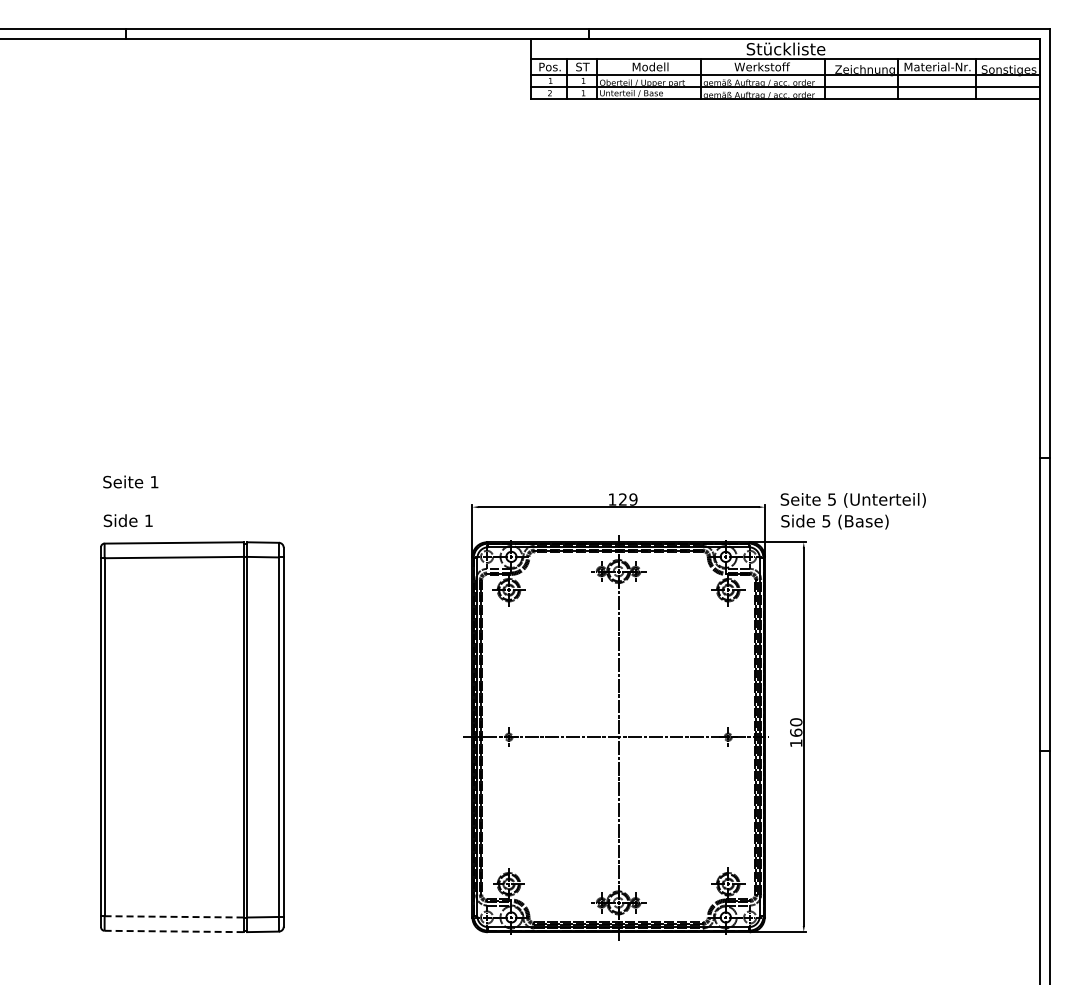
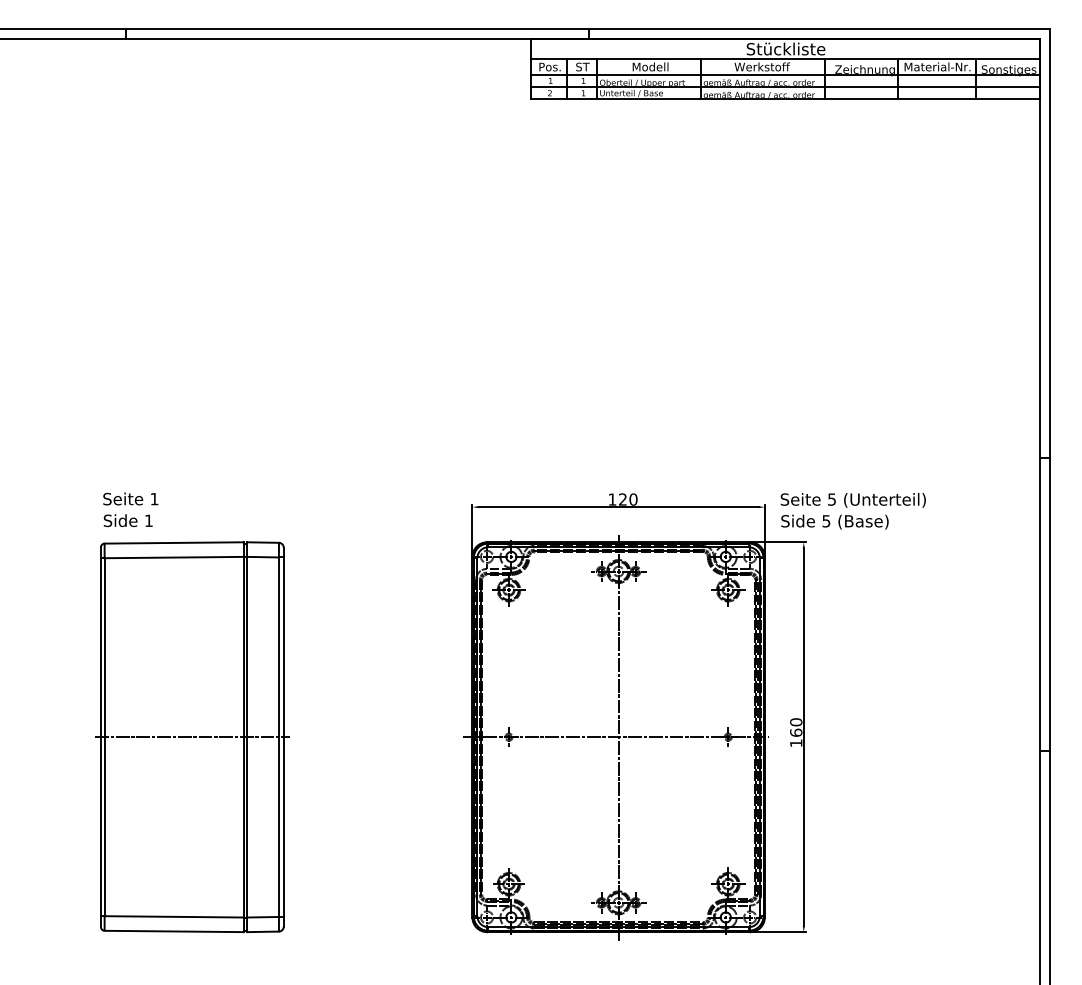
text at (130, 481) position: (130, 481) -> (130, 498)
text at (633, 499): 129 -> 120
line at (191, 737): none -> present
line at (173, 916): dashed -> solid
line at (174, 931): dashed -> solid
